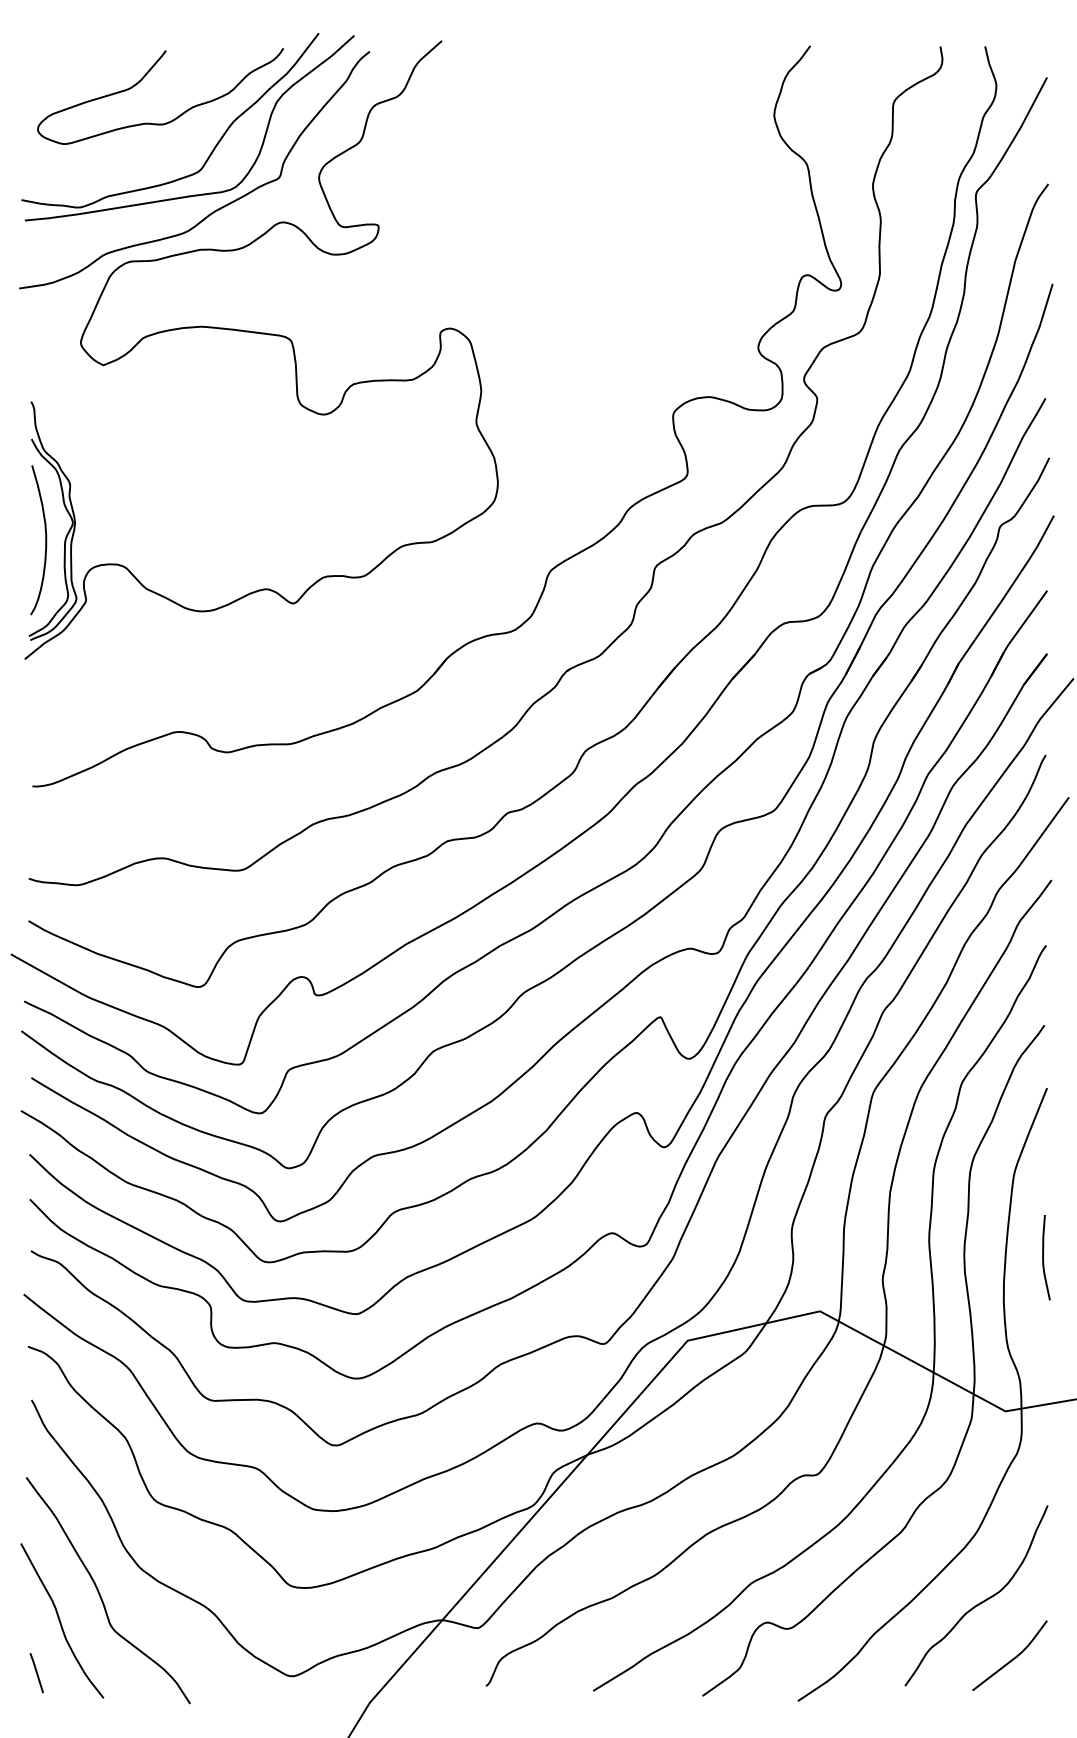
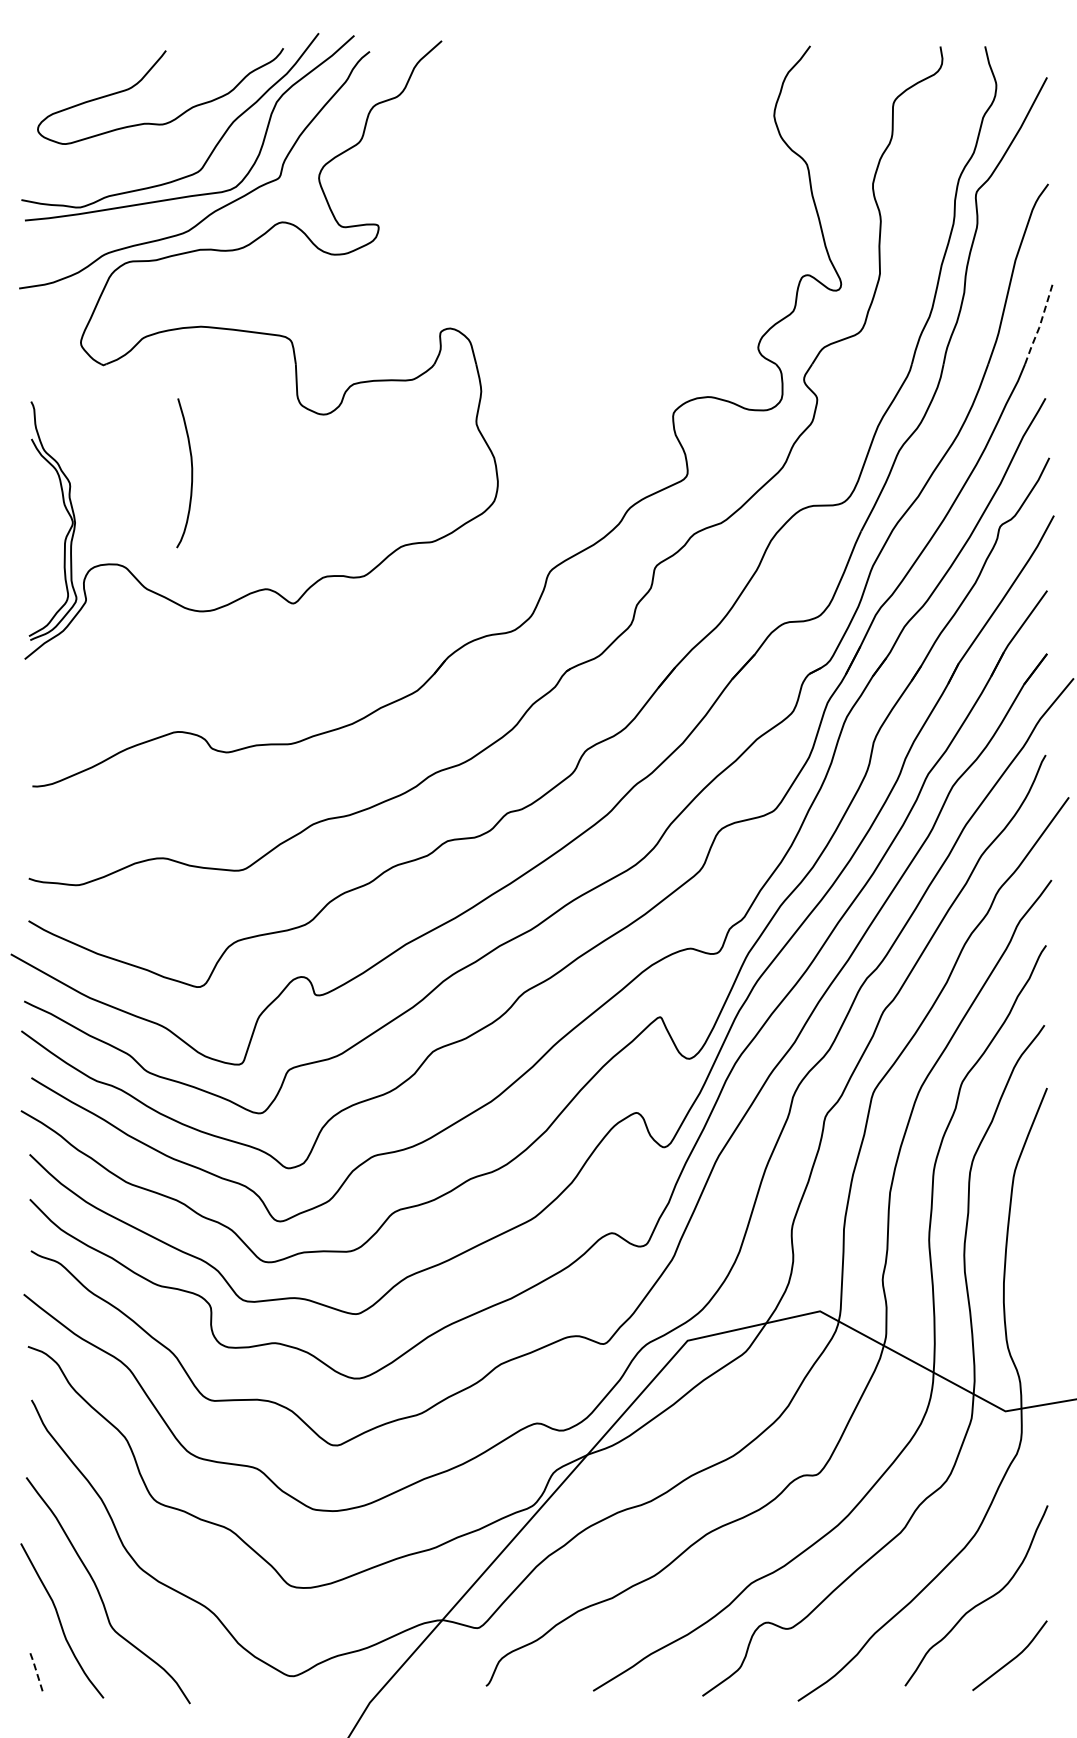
line at (1040, 325): solid -> dashed
curve at (45, 540) position: (45, 540) -> (191, 473)
curve at (1043, 1257): present -> none
line at (36, 1672): solid -> dashed
